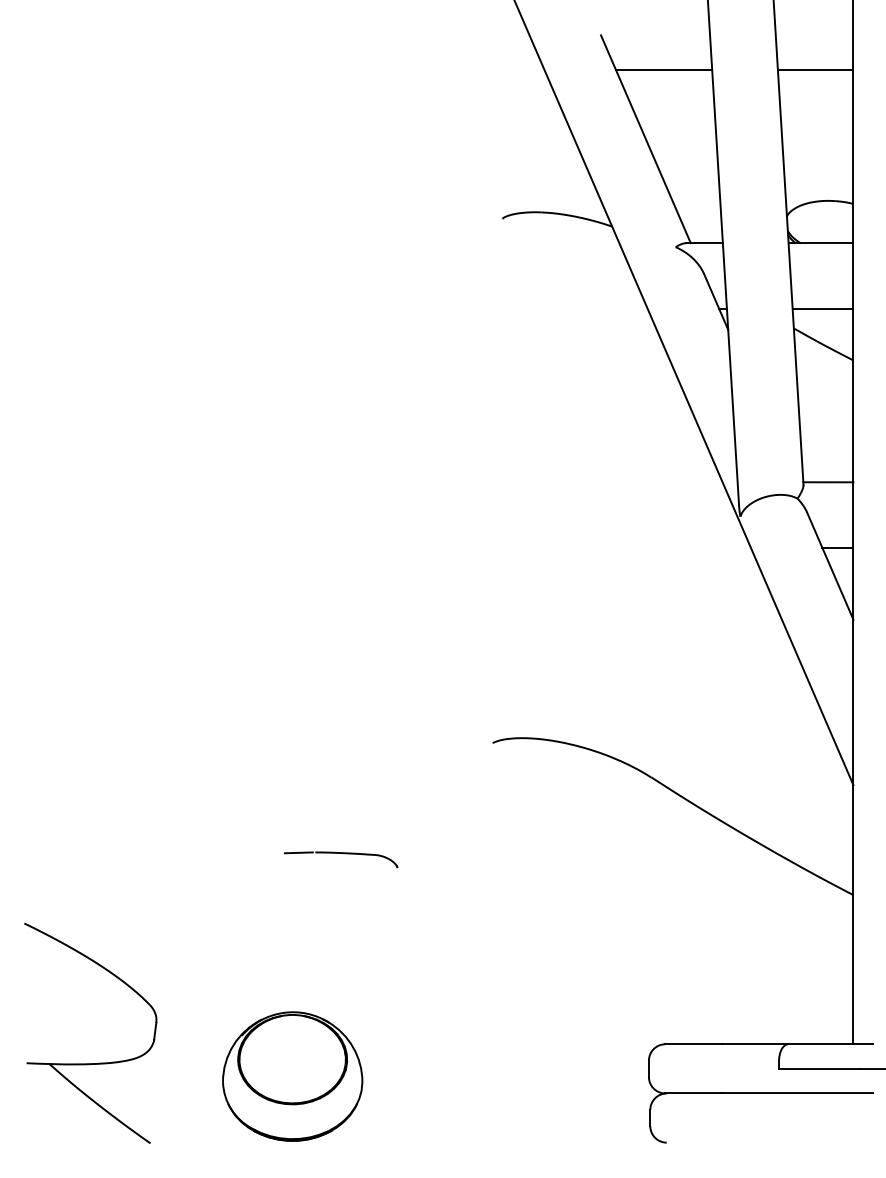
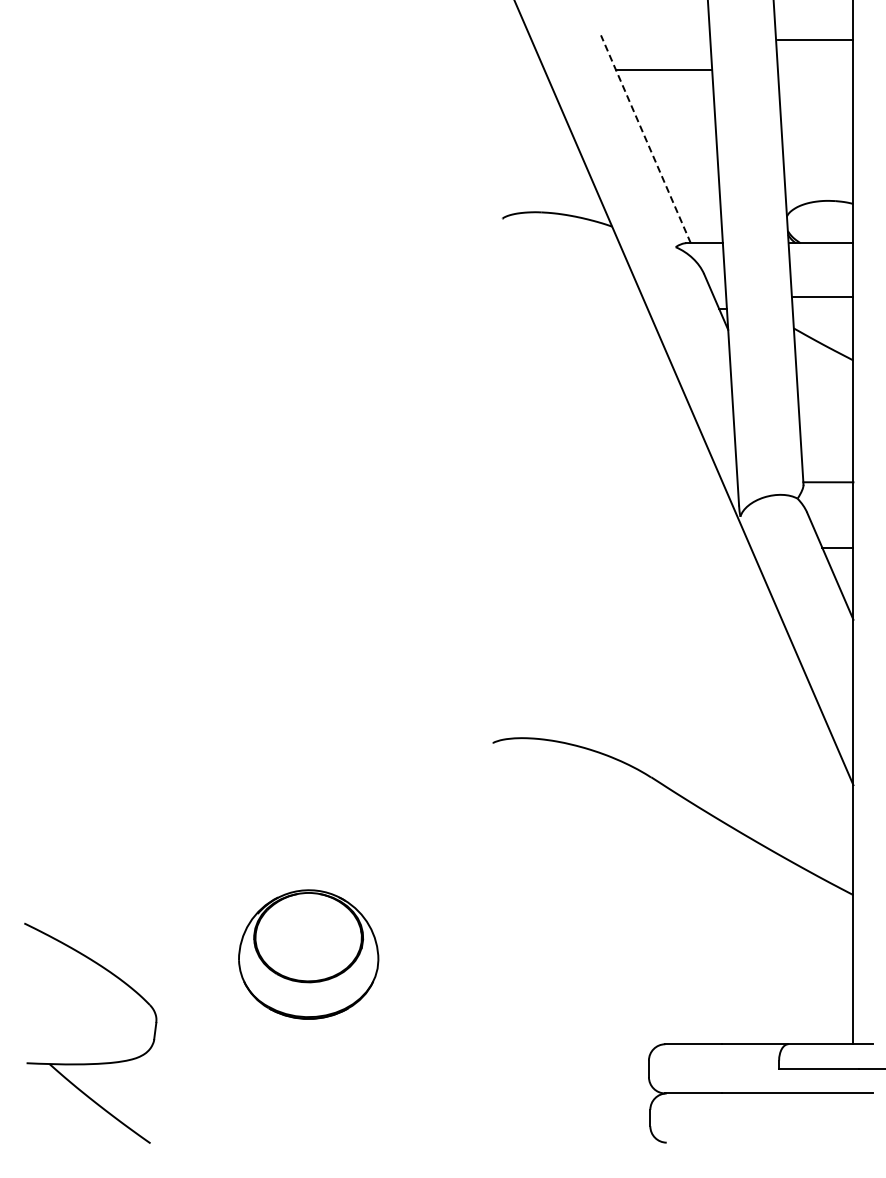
line at (815, 69) position: (815, 69) -> (815, 39)
line at (645, 138): solid -> dashed
line at (822, 308) position: (822, 308) -> (822, 296)
part at (341, 859): present -> none
part at (292, 1076) position: (292, 1076) -> (308, 954)
